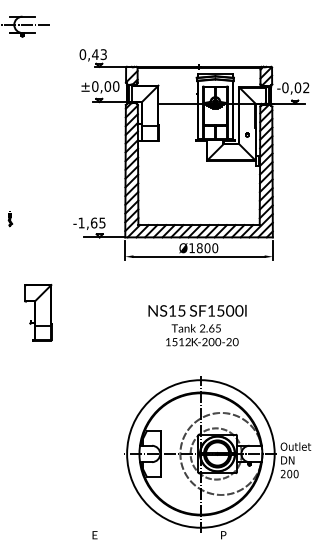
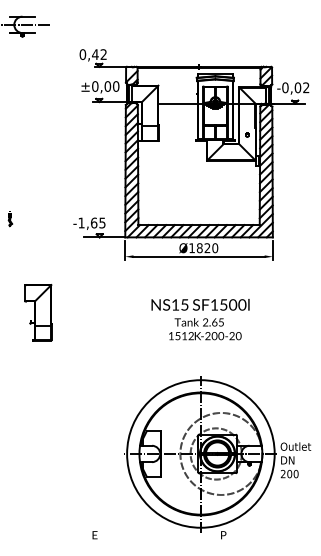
text at (103, 54): 0,43 -> 0,42
text at (207, 248): Ø1800 -> Ø1820
text at (197, 325) position: (197, 325) -> (200, 319)
